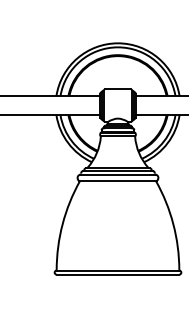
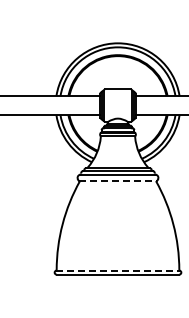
line at (117, 181): solid -> dashed
line at (117, 270): solid -> dashed
